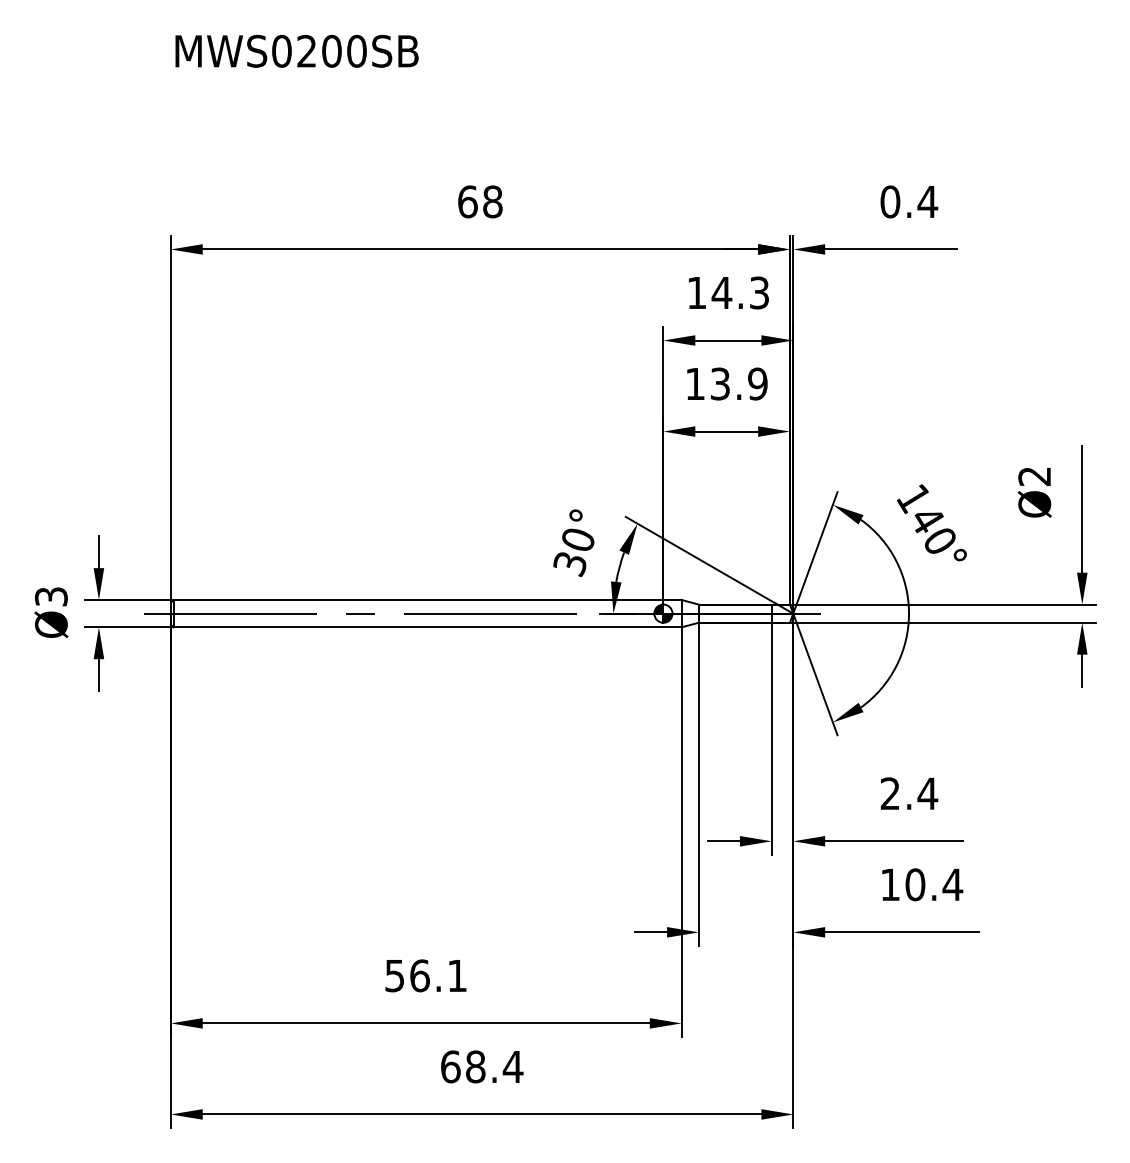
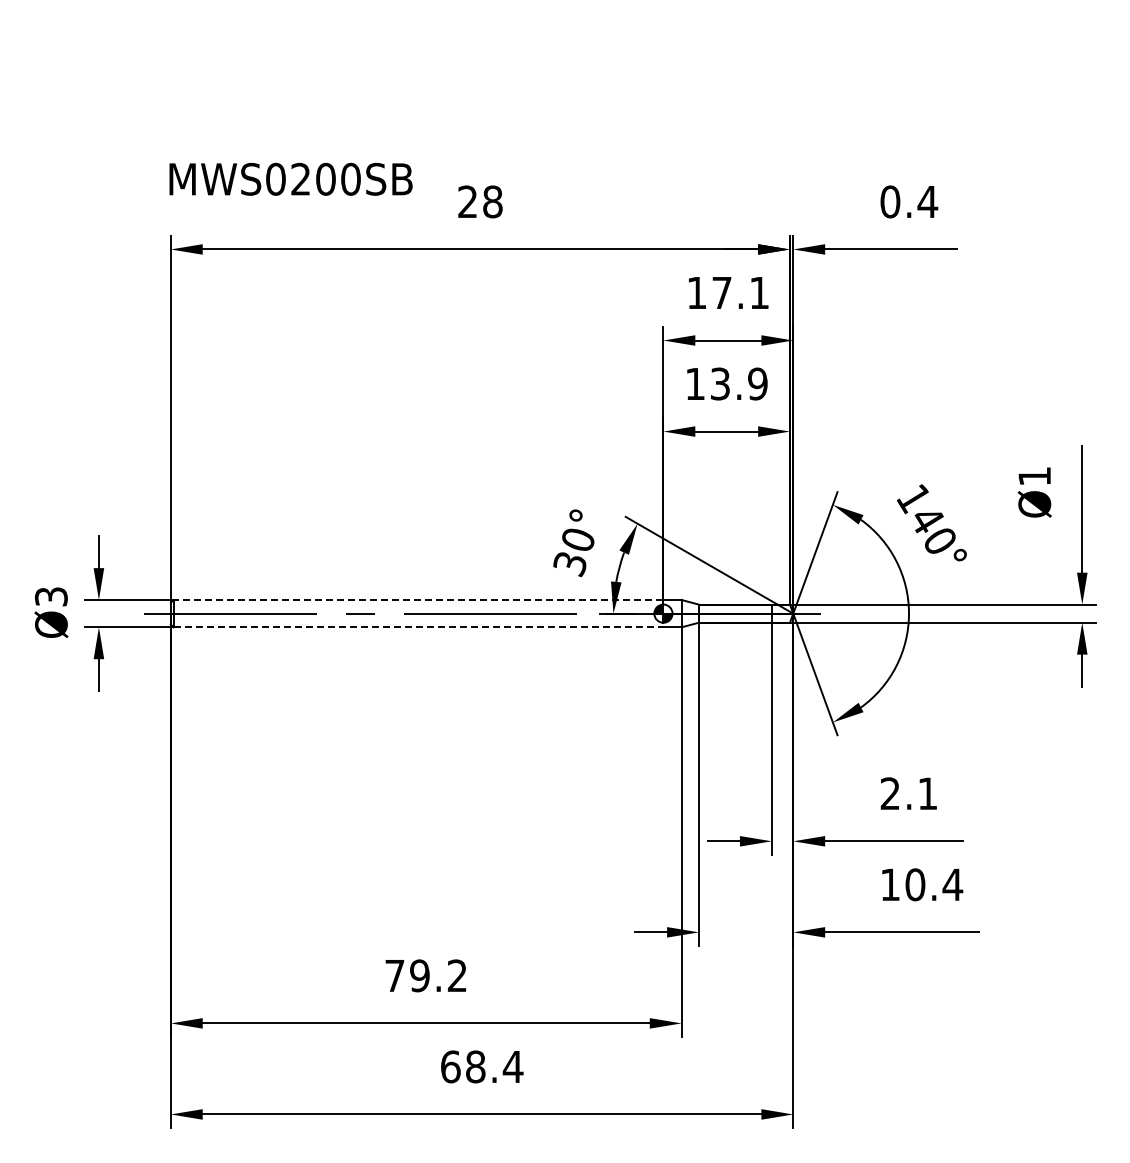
text at (296, 50) position: (296, 50) -> (290, 178)
text at (467, 201): 68 -> 28
text at (739, 292): 14.3 -> 17.1
text at (1034, 476): Ø2 -> Ø1
line at (418, 600): solid -> dashed
line at (418, 627): solid -> dashed
text at (927, 793): 2.4 -> 2.1
text at (425, 975): 56.1 -> 79.2
